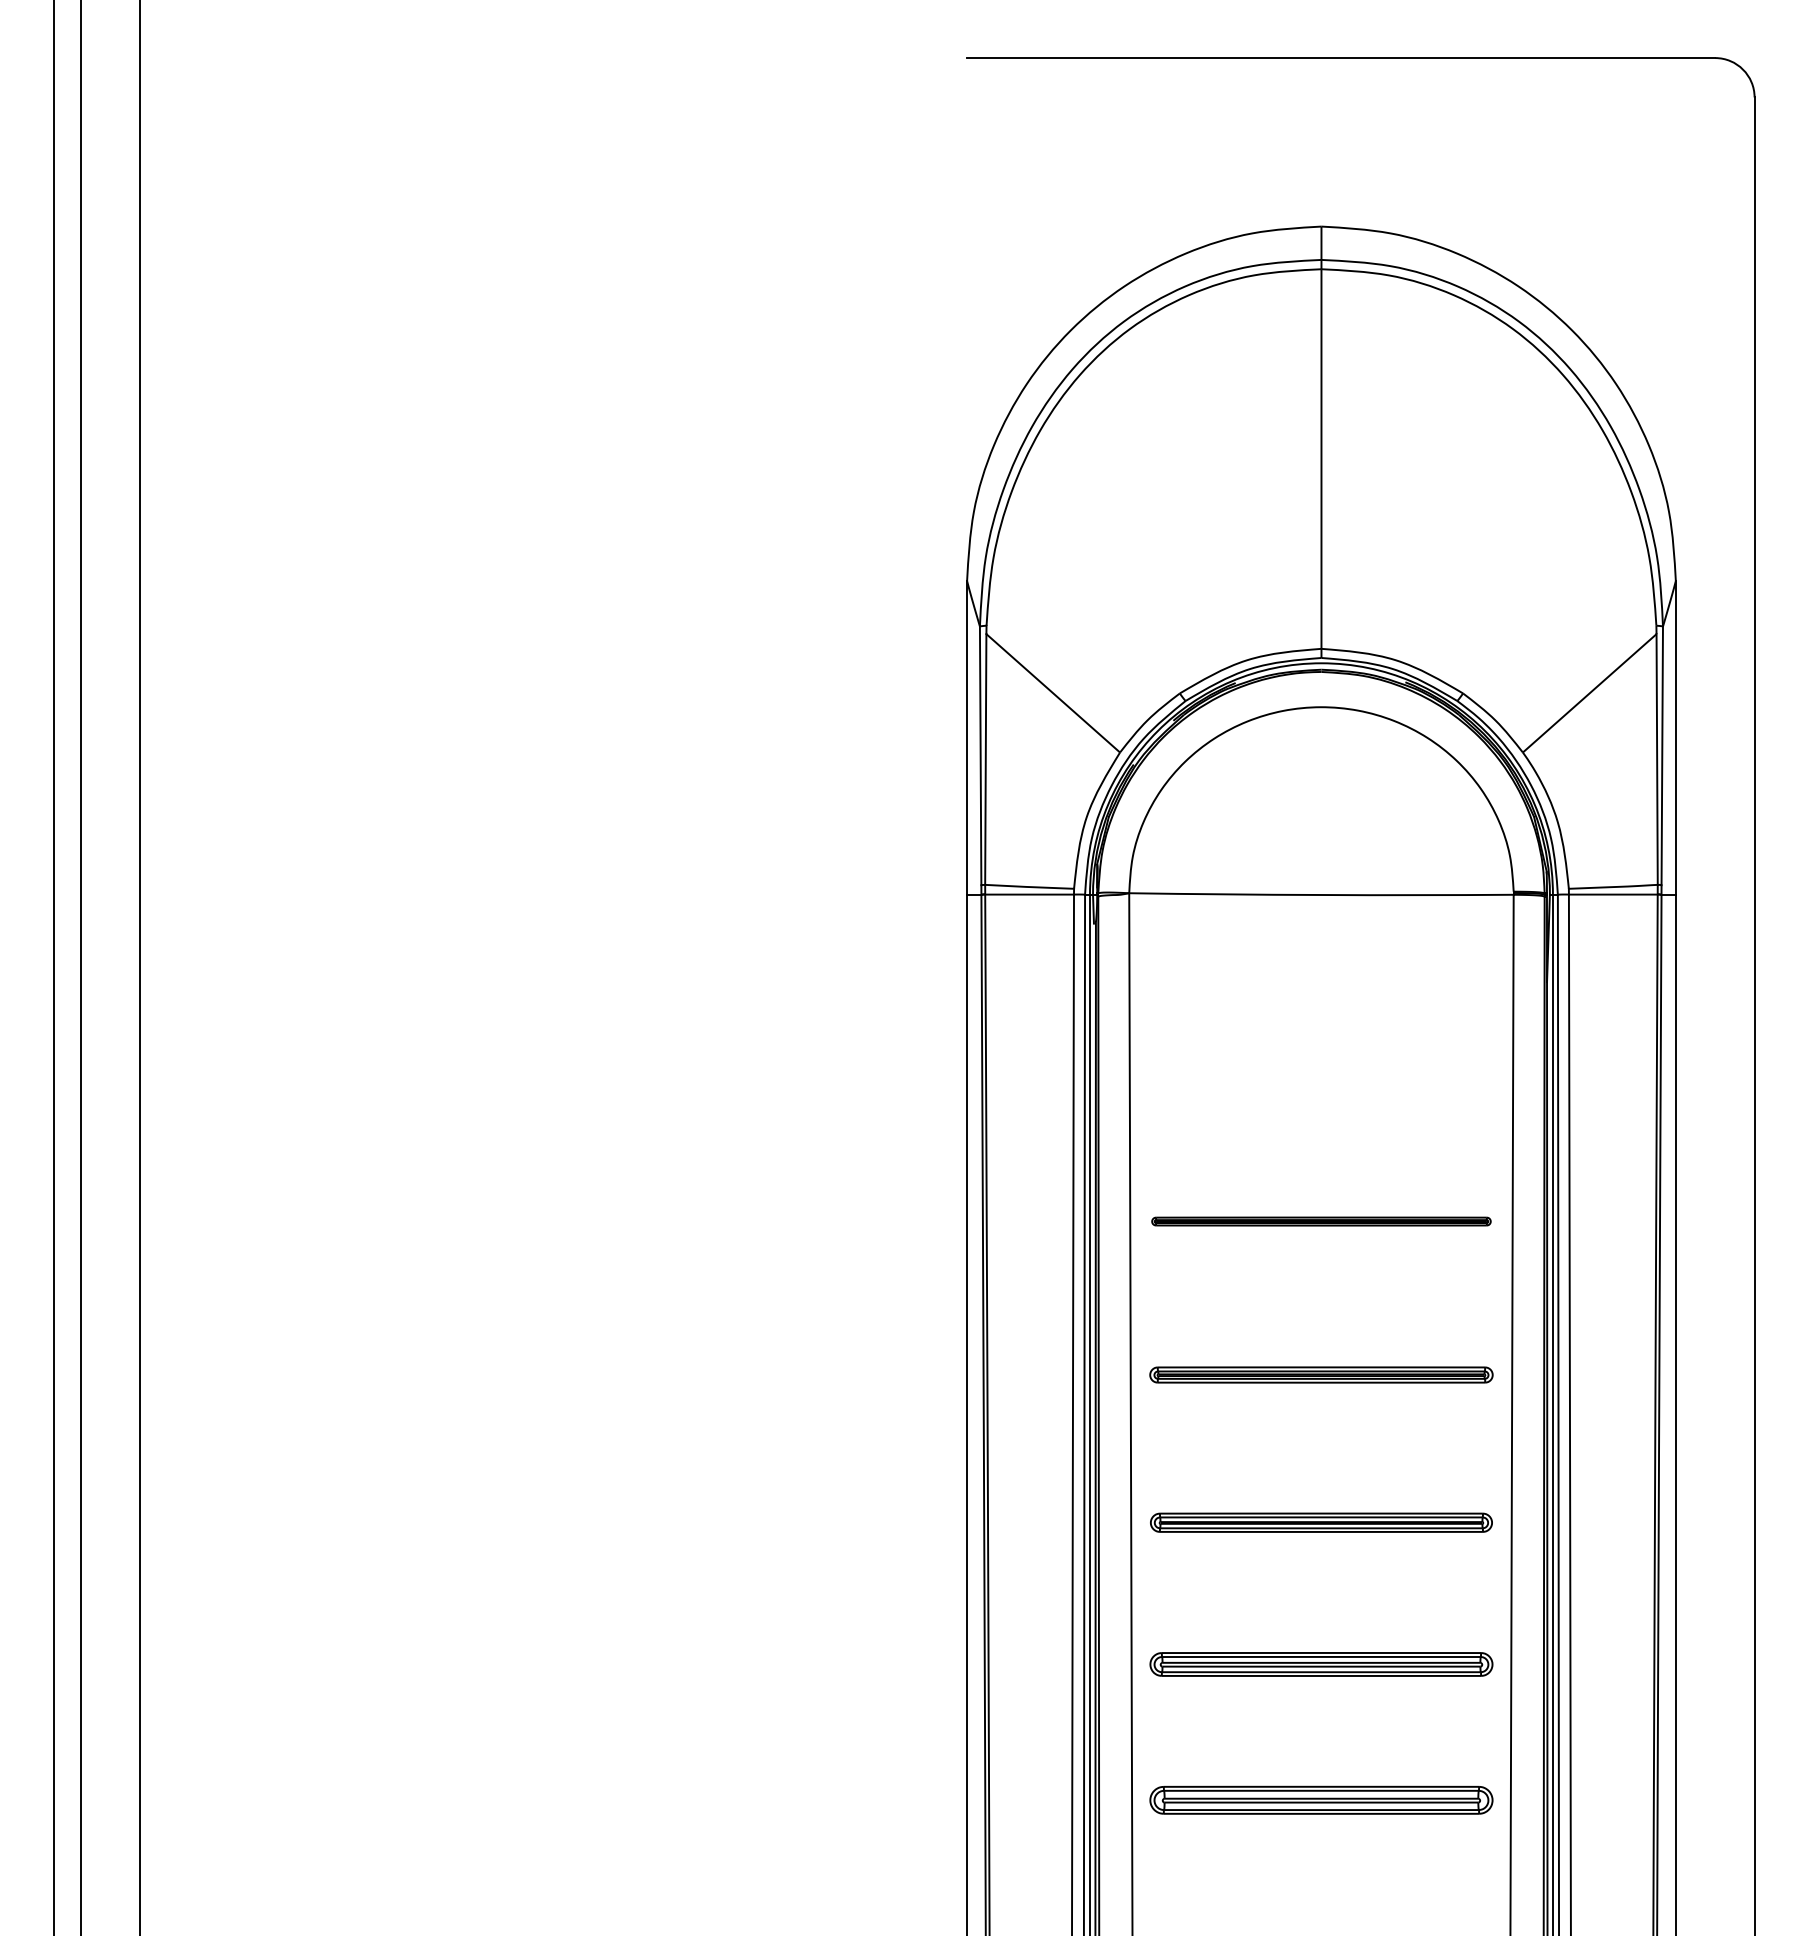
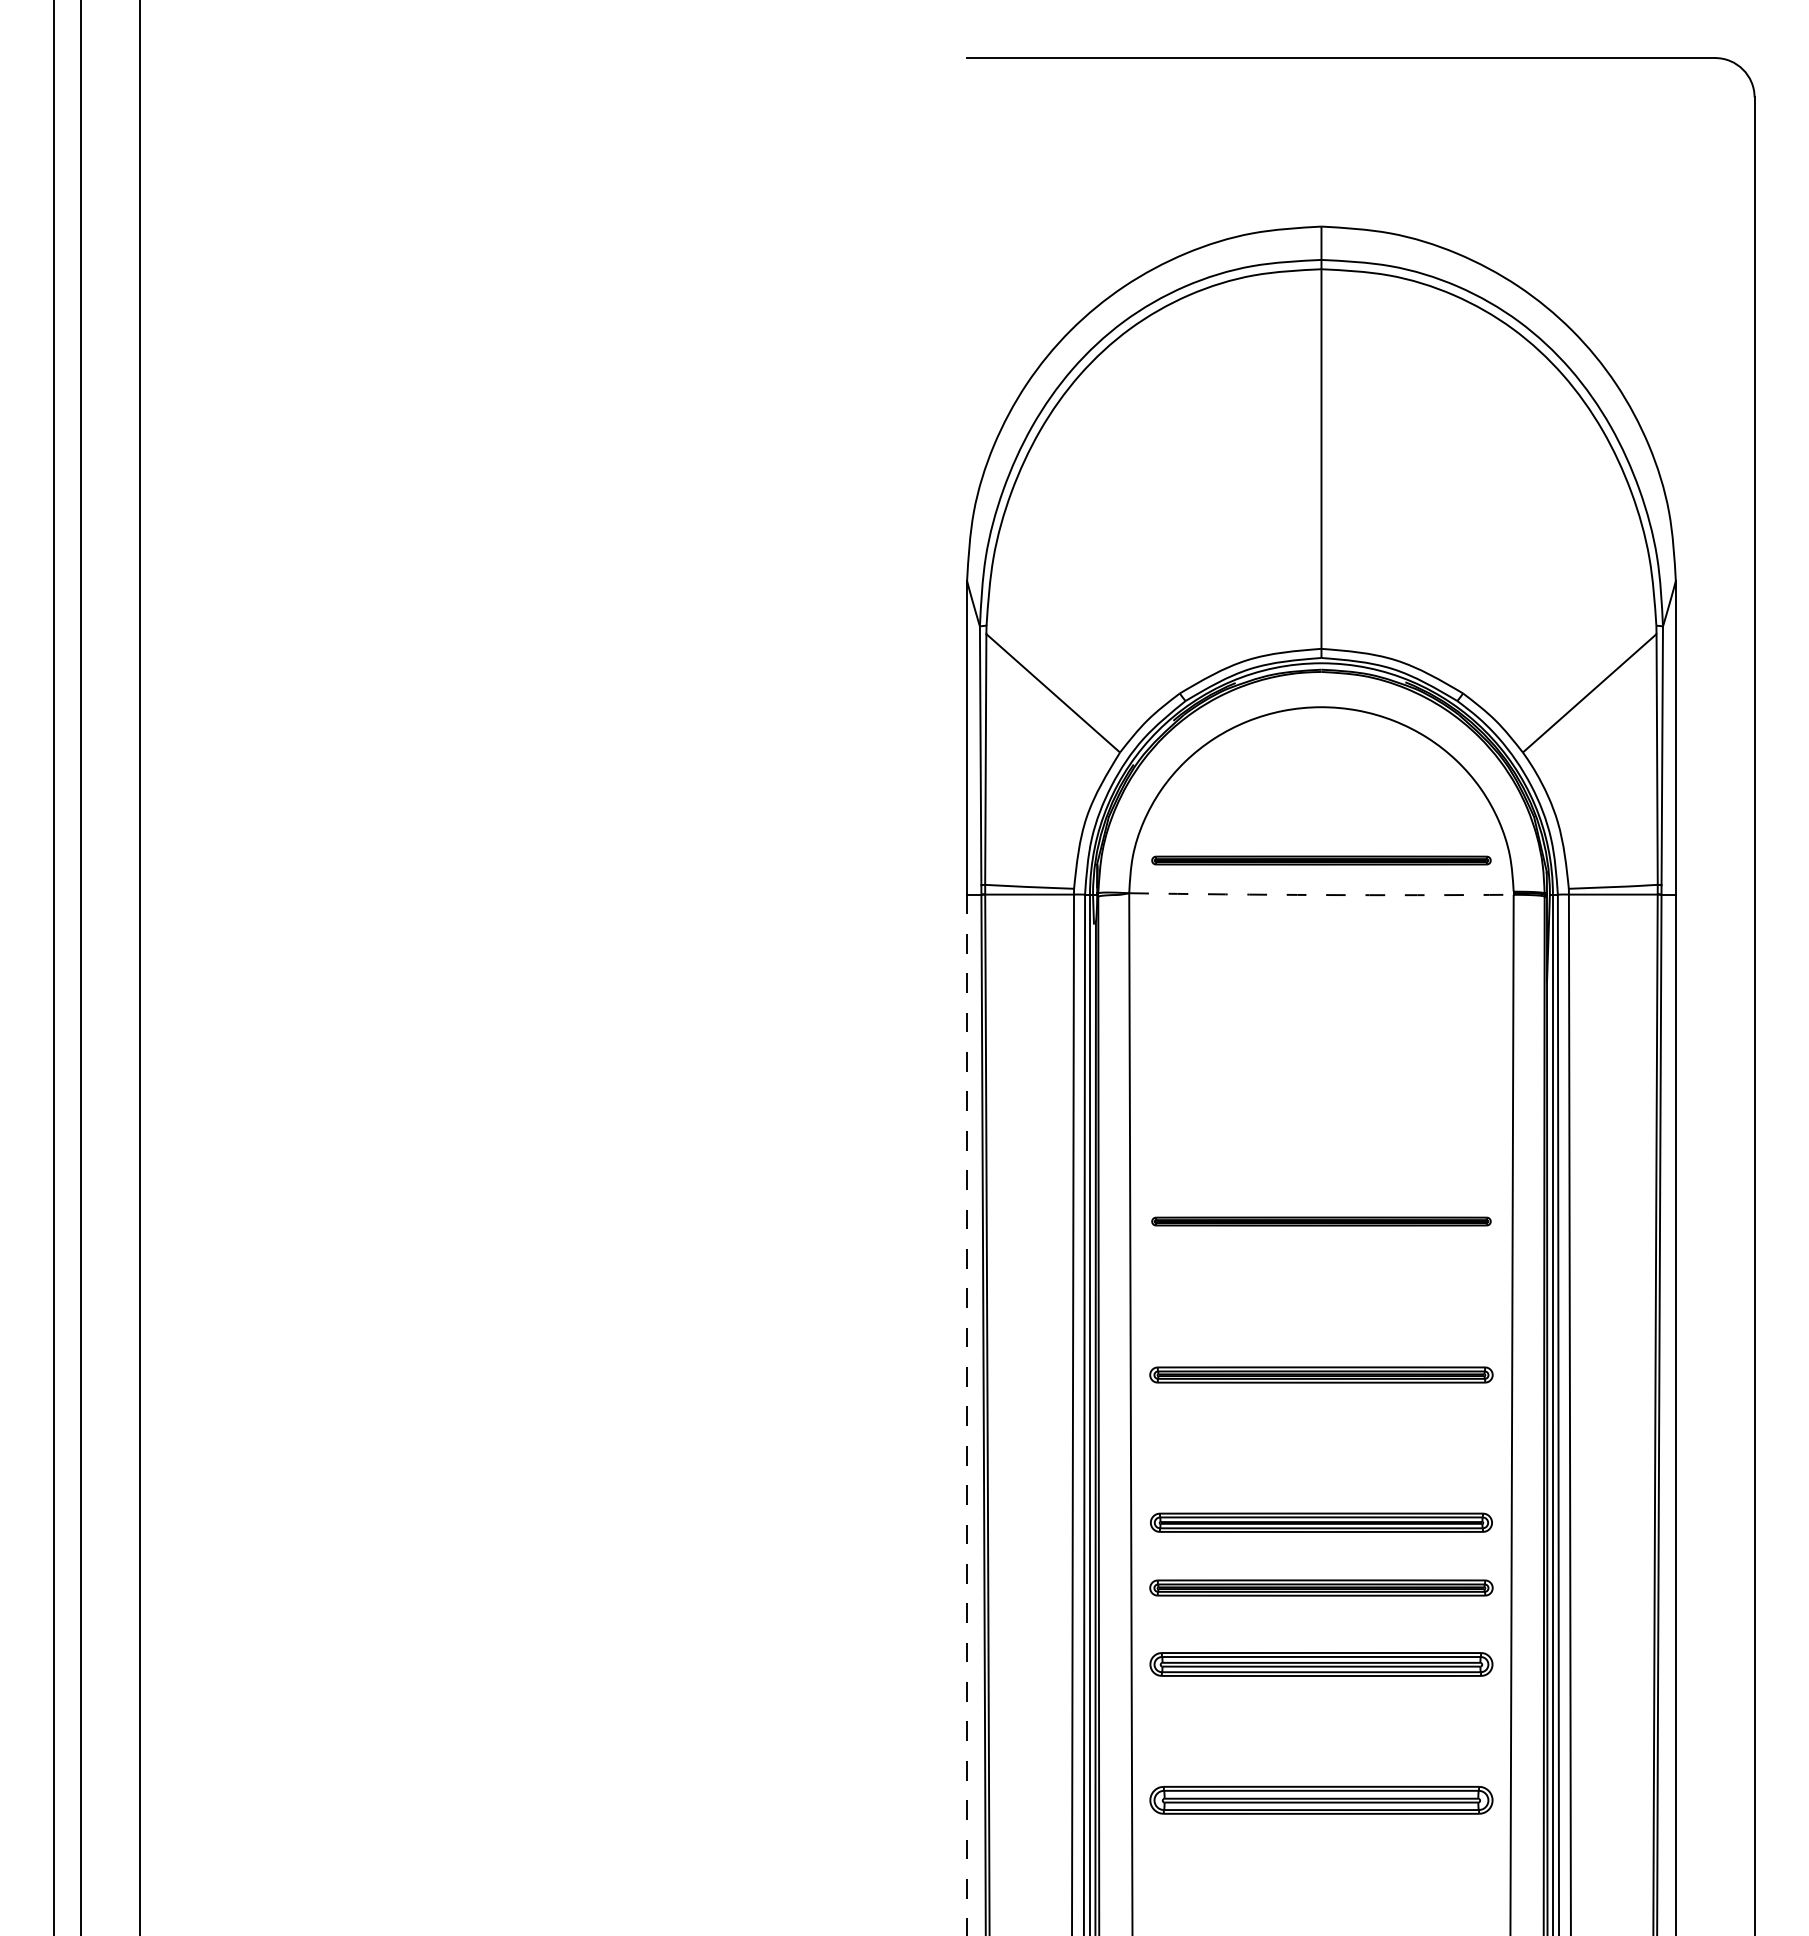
part at (1321, 860): none -> present
arc at (1321, 895): solid -> dashed
line at (967, 1415): solid -> dashed
part at (1321, 1587): none -> present
